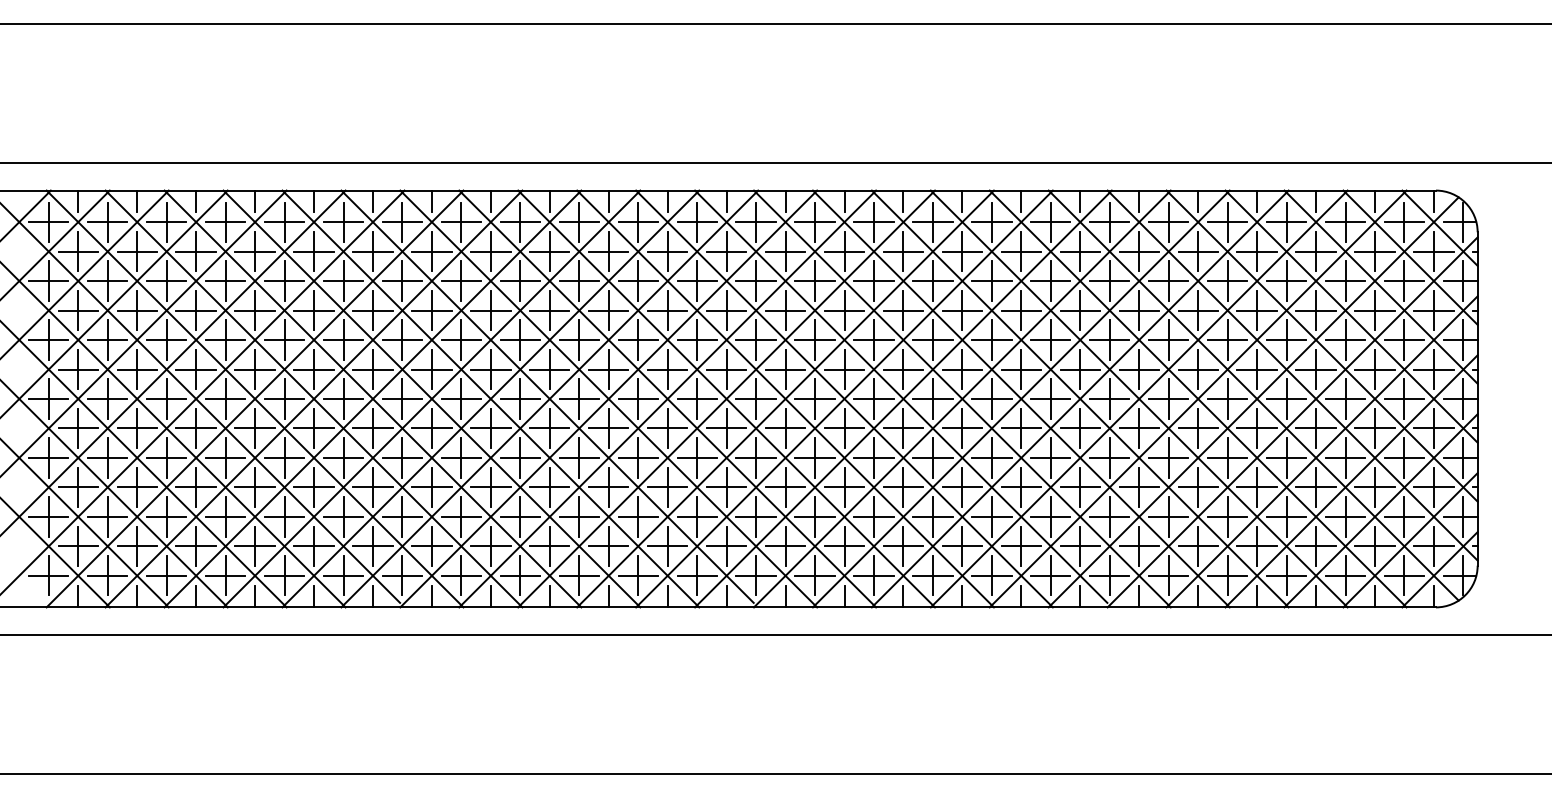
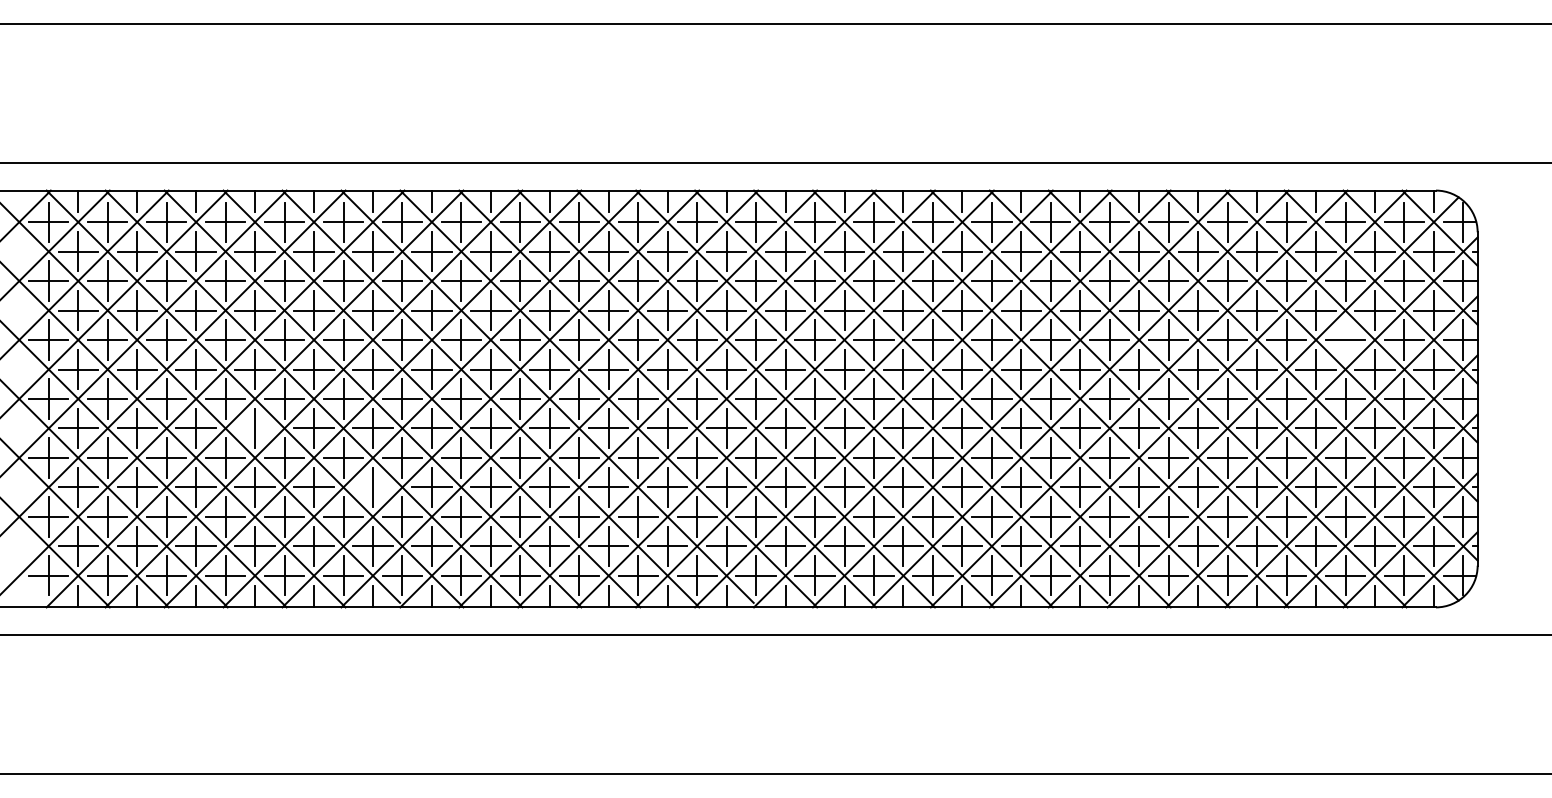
line at (1345, 339): present -> none
line at (254, 428): present -> none
line at (372, 487): present -> none
